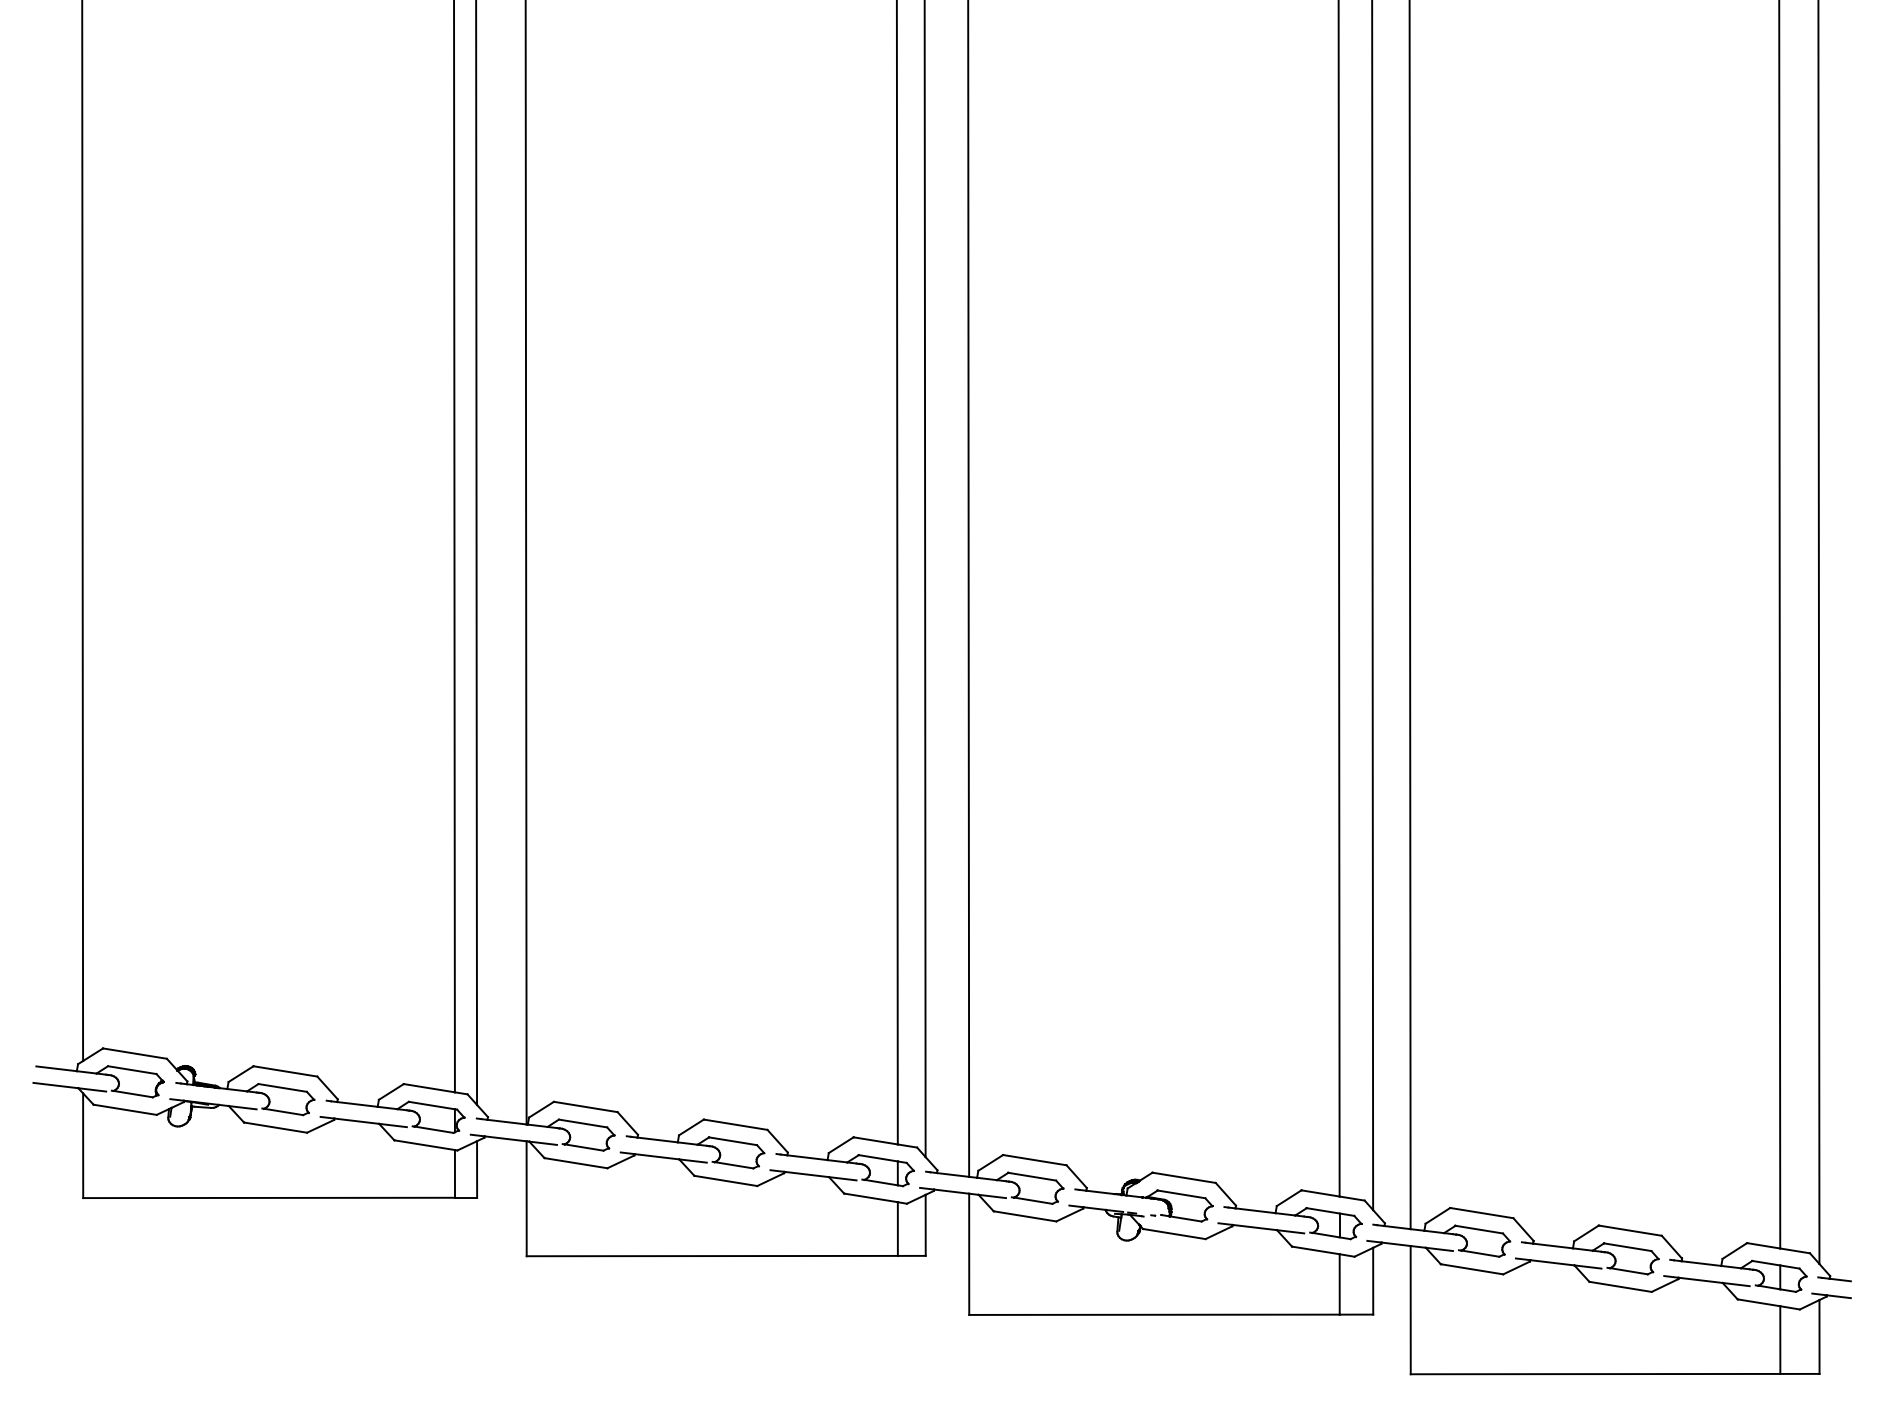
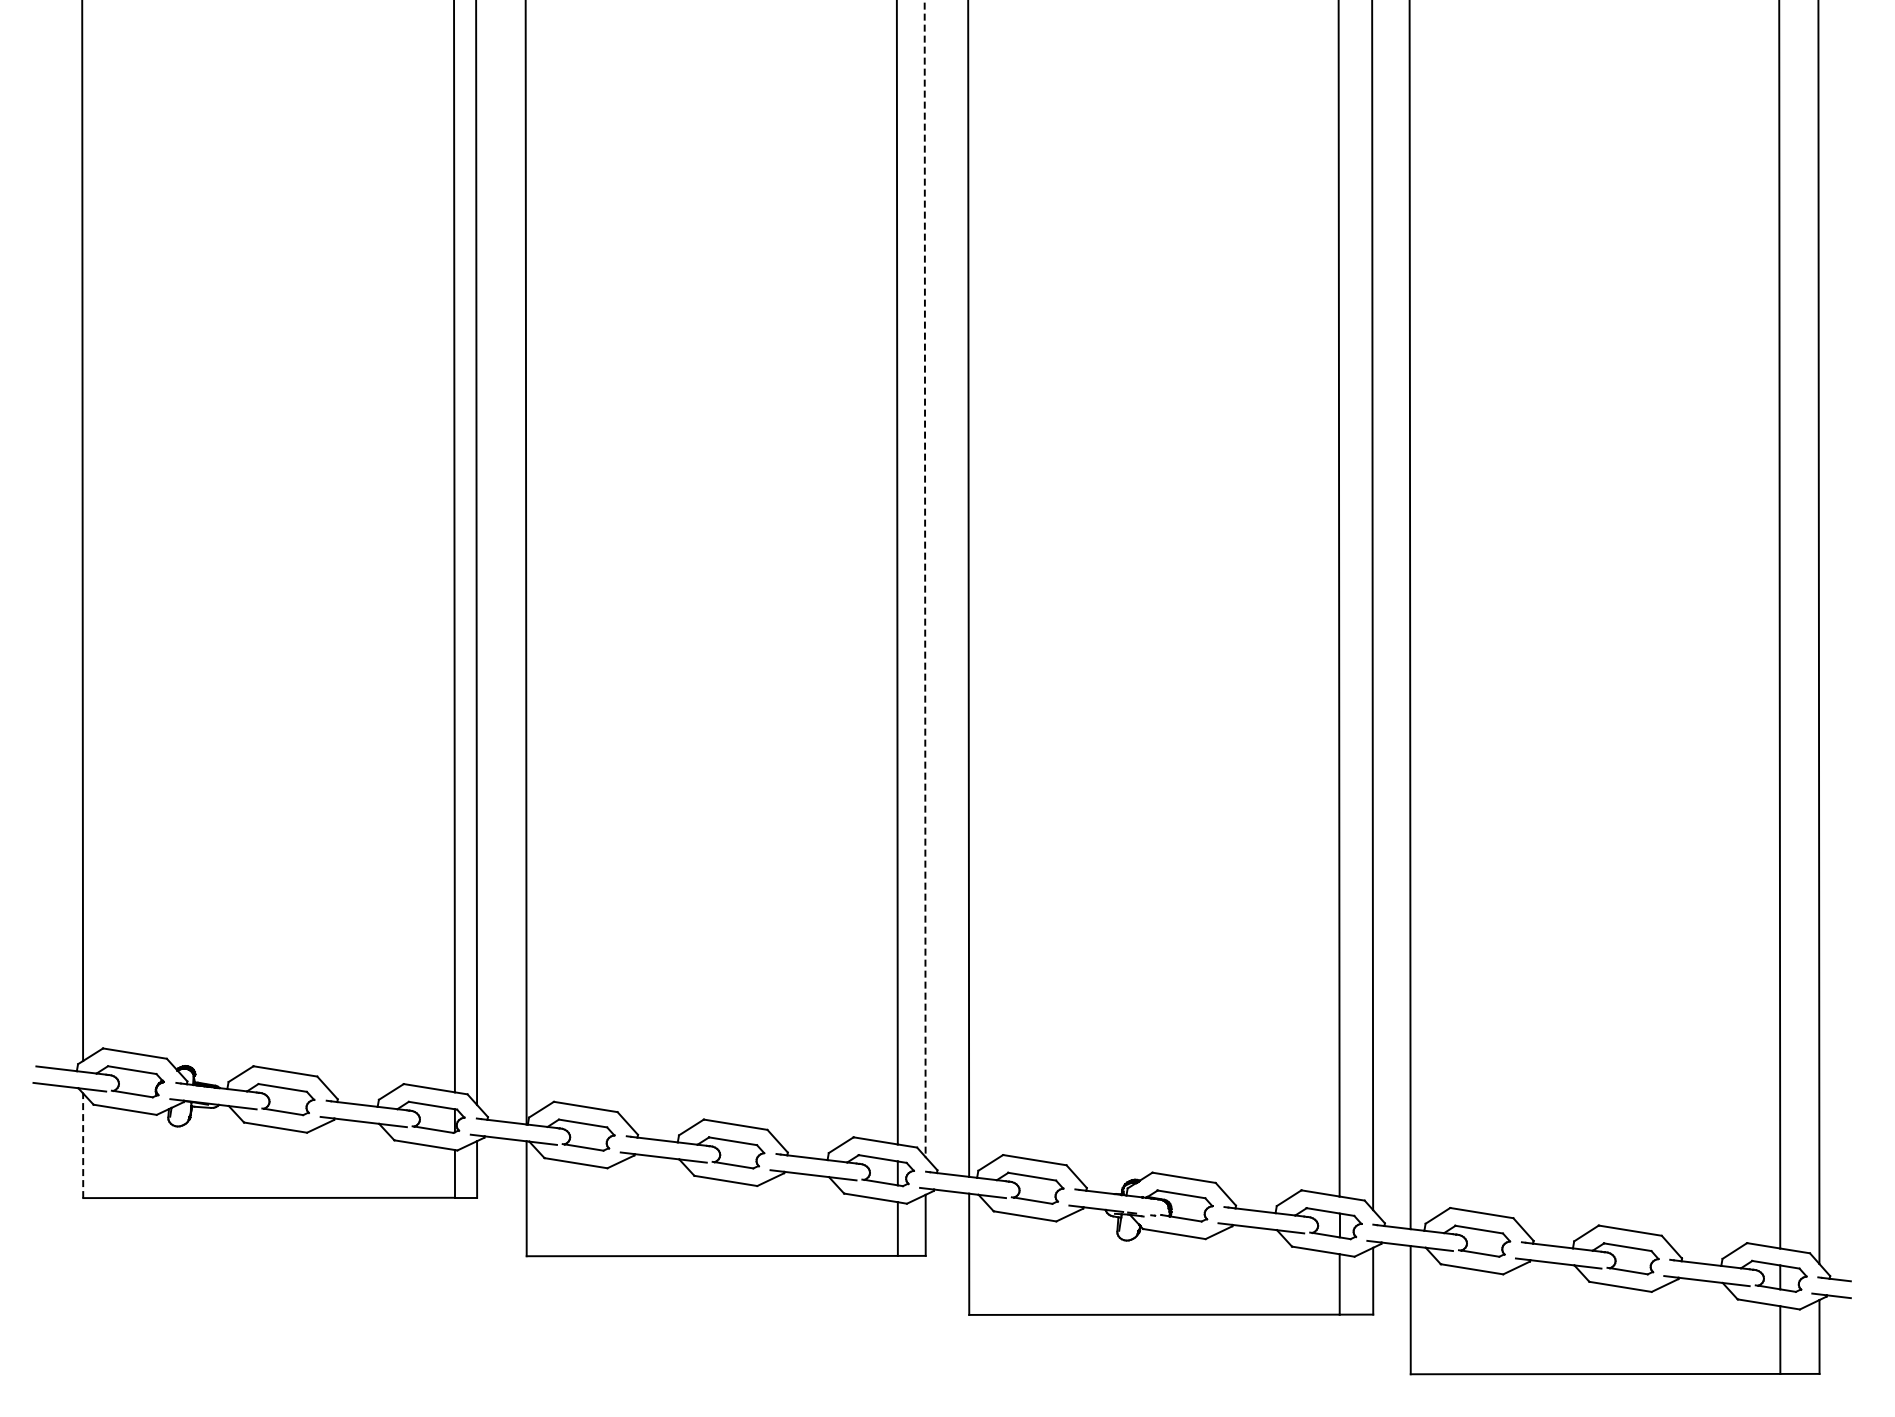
line at (925, 579): solid -> dashed
line at (83, 1145): solid -> dashed
